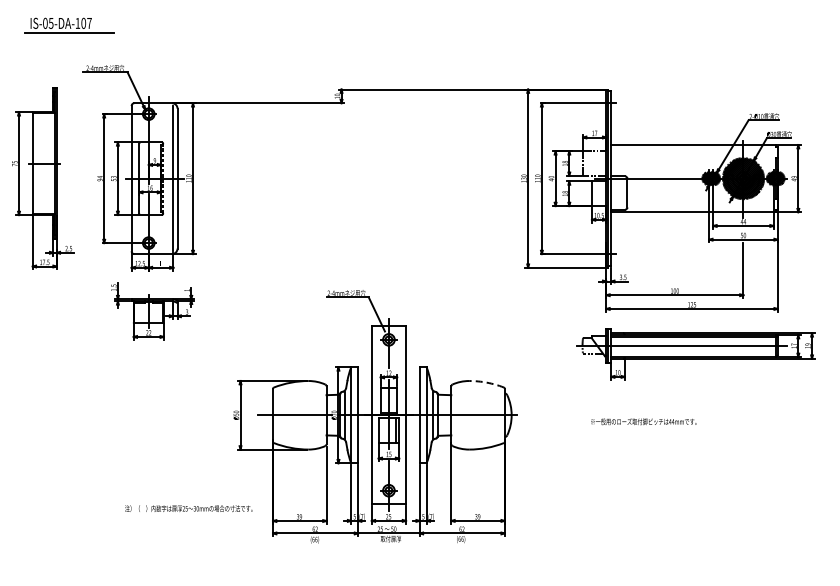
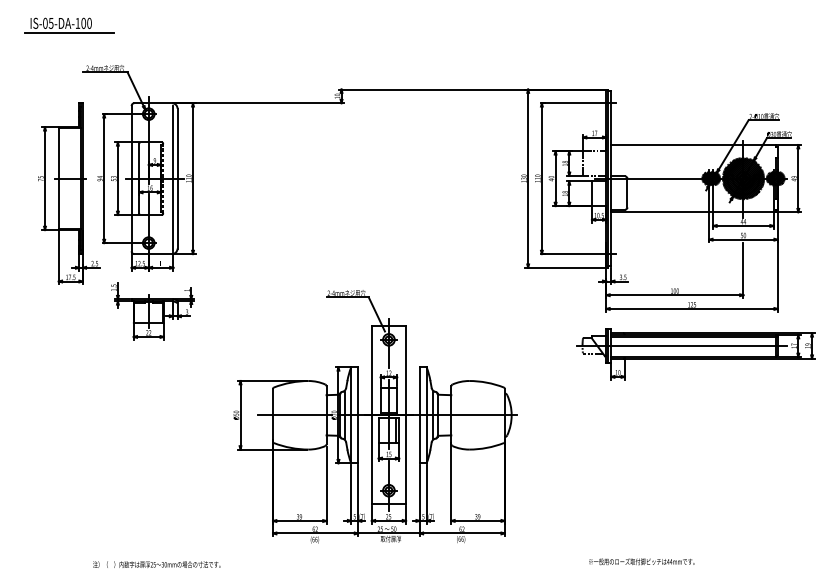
text at (89, 22): IS-05-DA-107 -> IS-05-DA-100
part at (43, 178) position: (43, 178) -> (69, 193)
arc at (486, 382): dashed -> solid
text at (643, 421) position: (643, 421) -> (641, 561)
text at (188, 508) position: (188, 508) -> (156, 564)
